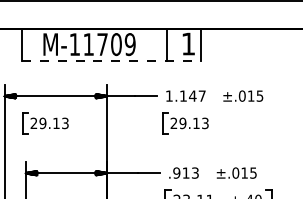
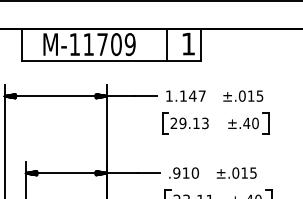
line at (111, 60): dashed -> solid
part at (45, 123): present -> none
part at (248, 123): none -> present
text at (194, 172): .913 -> .910
